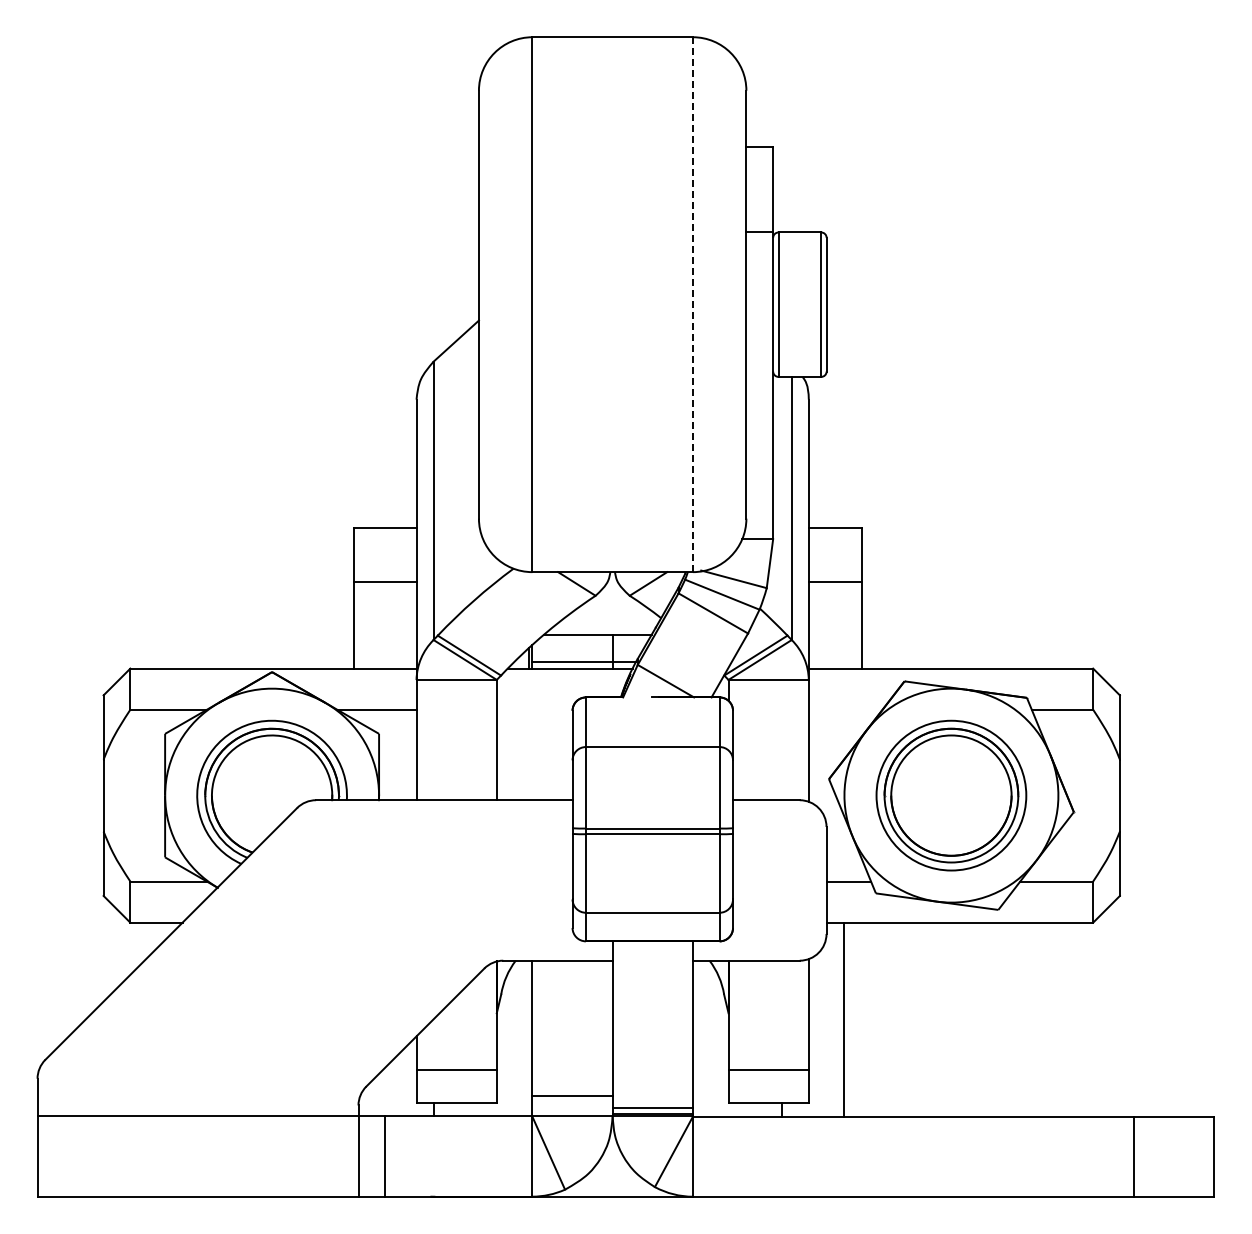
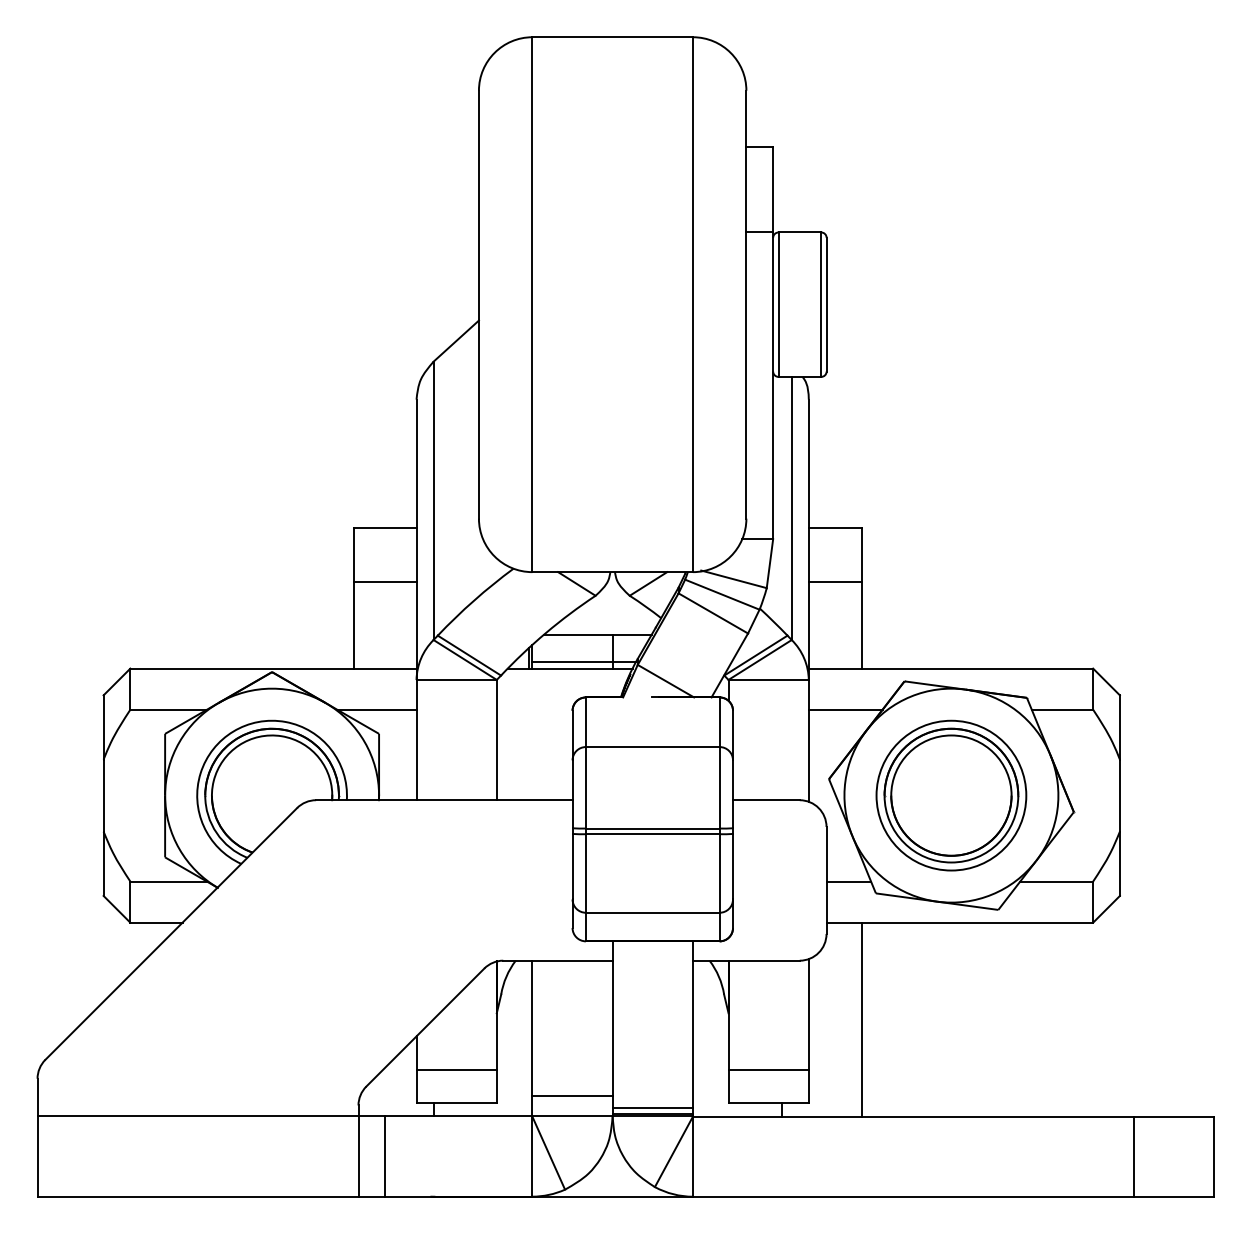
line at (692, 304): dashed -> solid
line at (845, 709): none -> present
line at (844, 1019) position: (844, 1019) -> (862, 1019)
